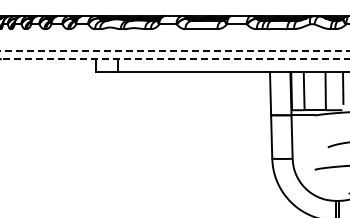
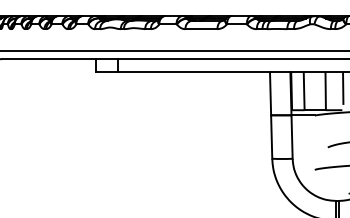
line at (175, 51): dashed -> solid
line at (175, 59): dashed -> solid
